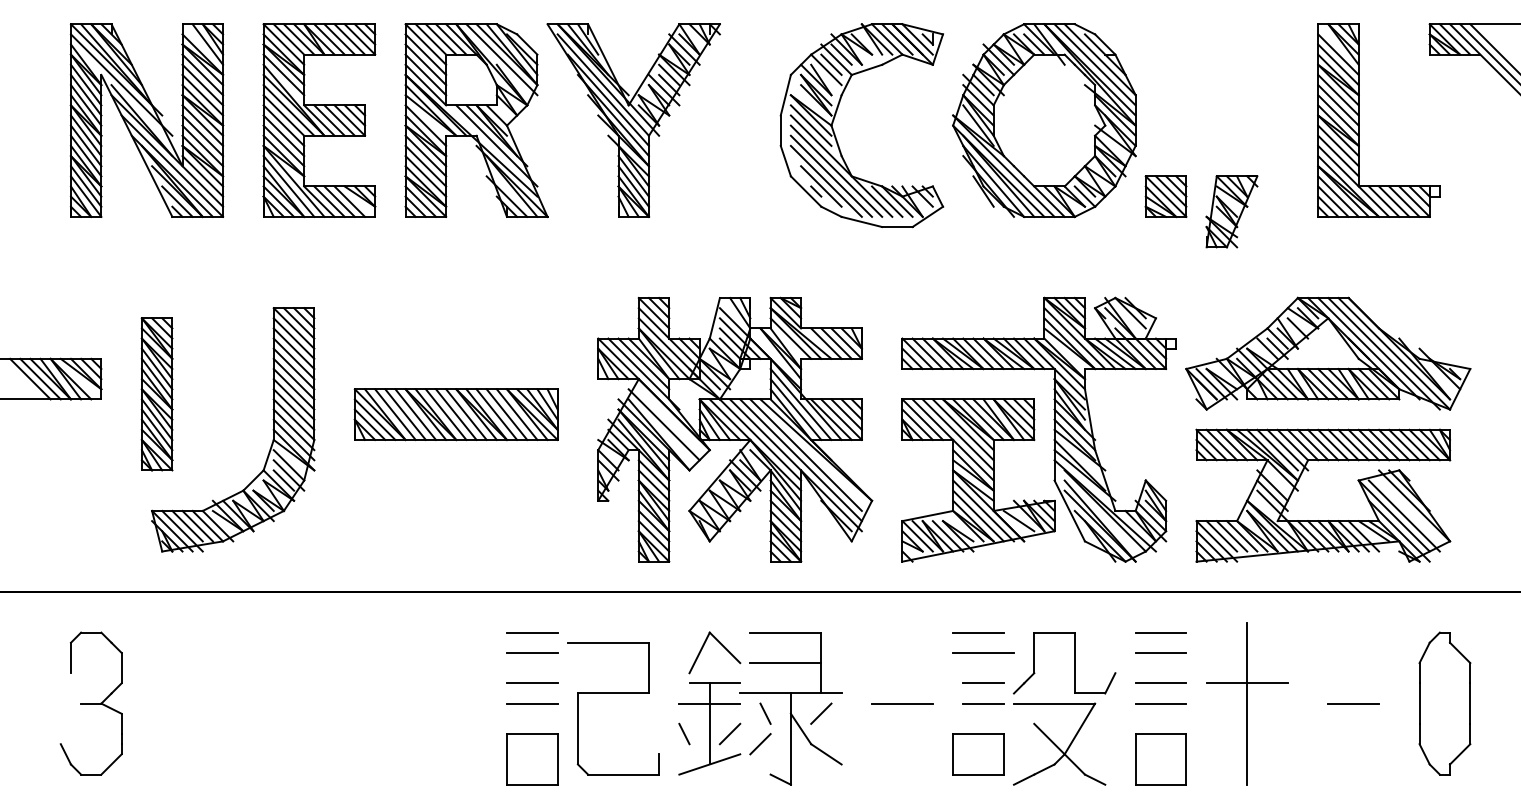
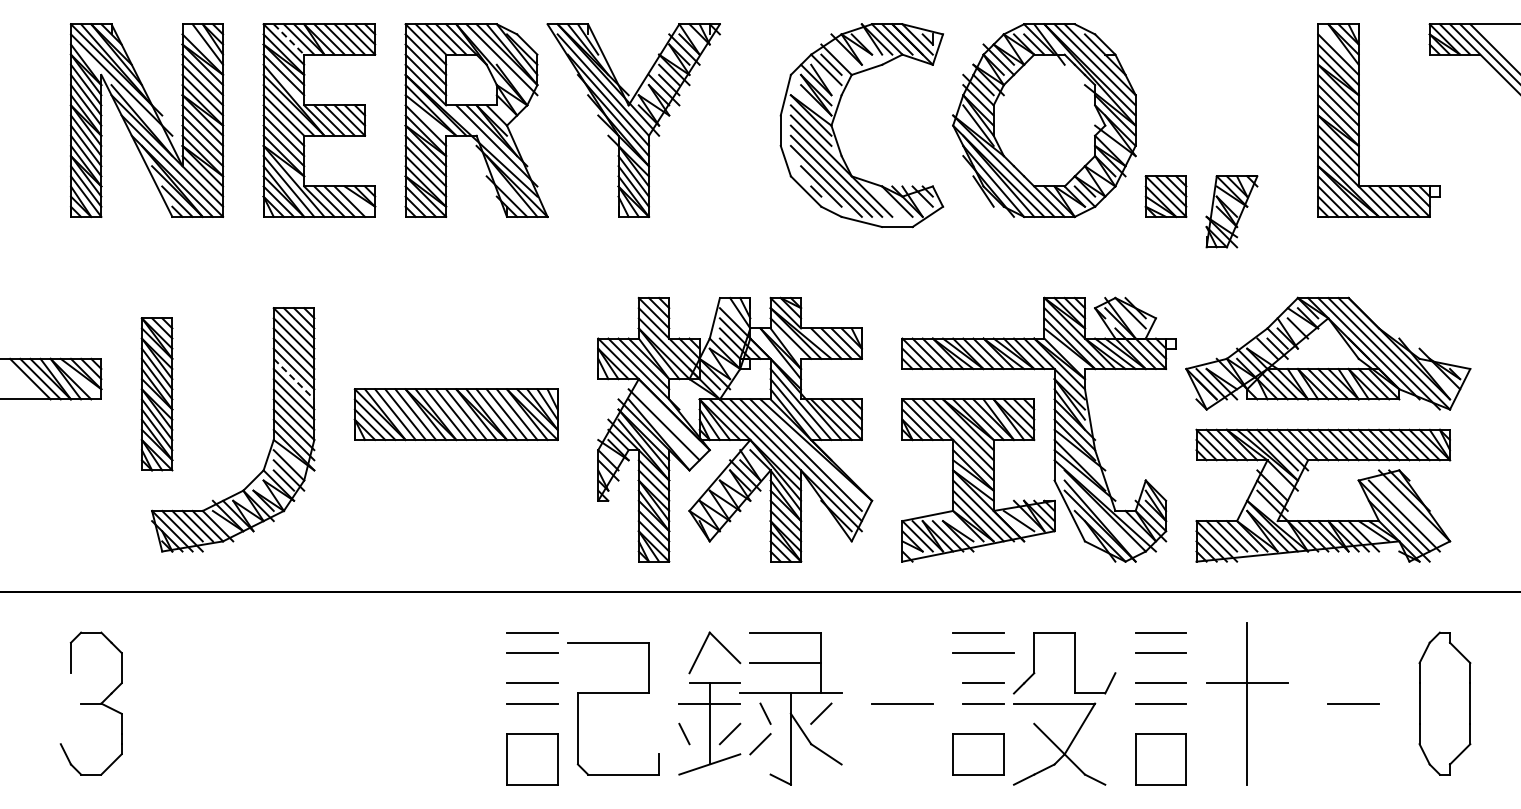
line at (288, 39): solid -> dashed
line at (841, 54): present -> none
line at (887, 201): present -> none
line at (294, 379): solid -> dashed
